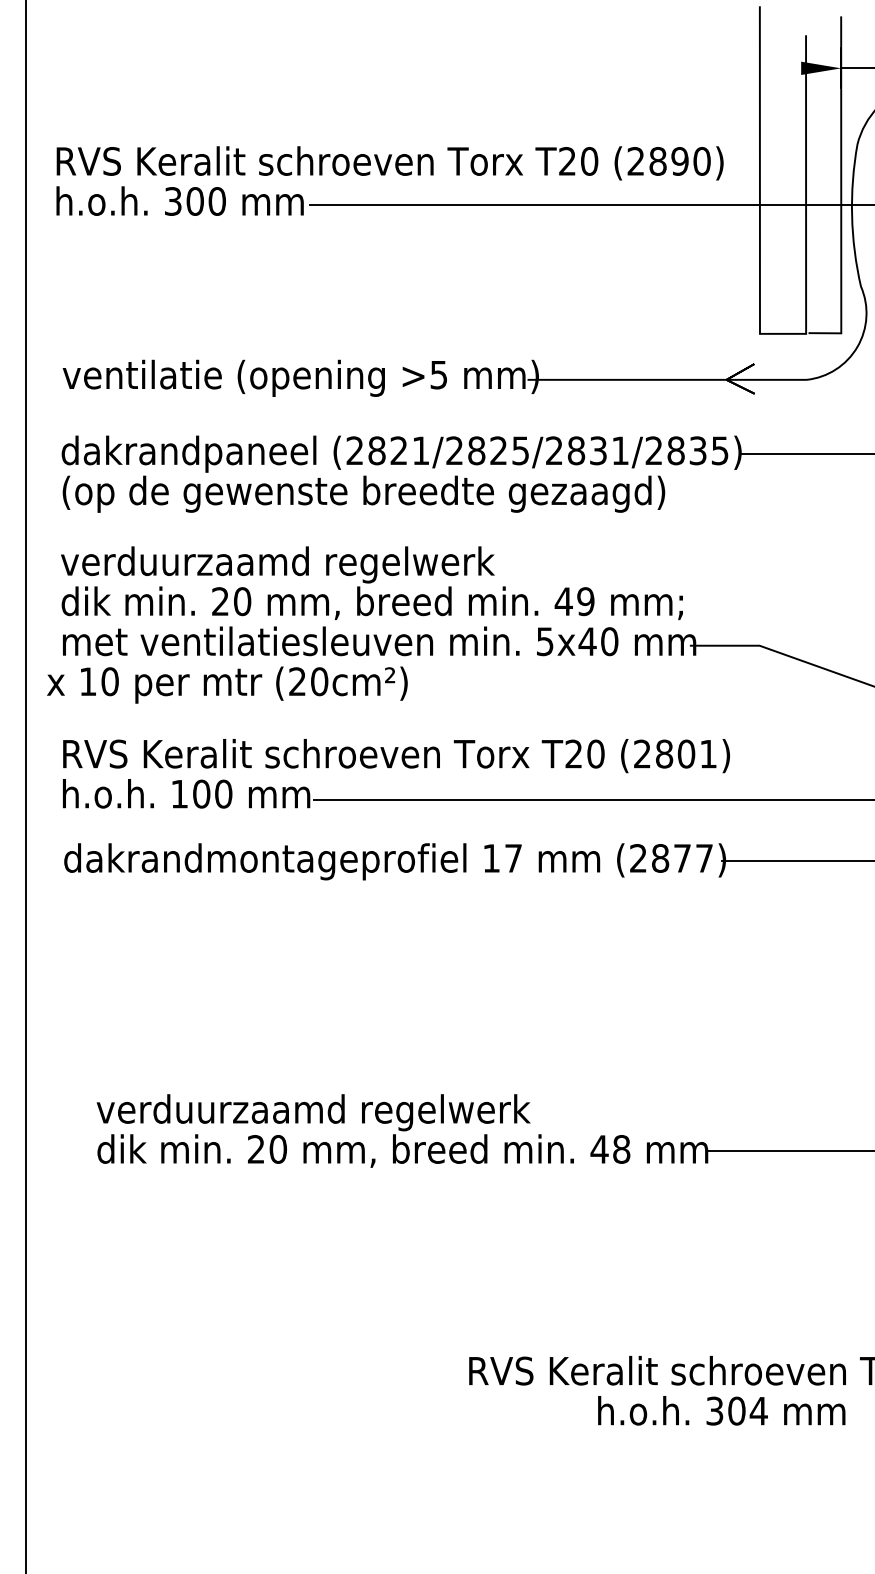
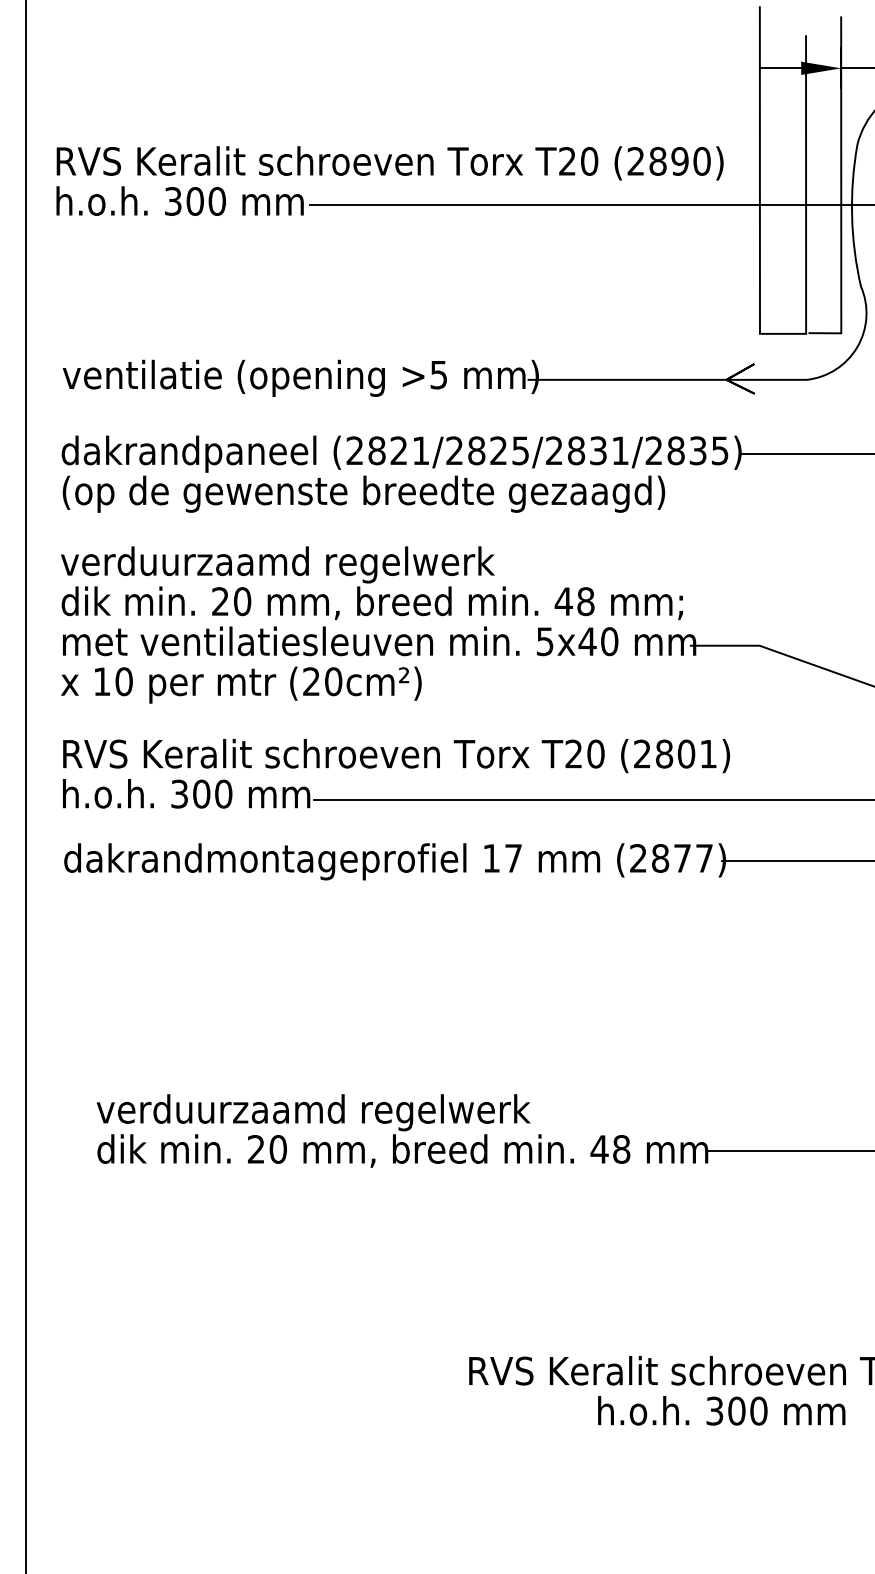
line at (781, 68): none -> present
text at (585, 601): 49 -> 48
text at (227, 684) position: (227, 684) -> (241, 684)
text at (179, 793): 100 -> 300
text at (758, 1410): 304 -> 300
